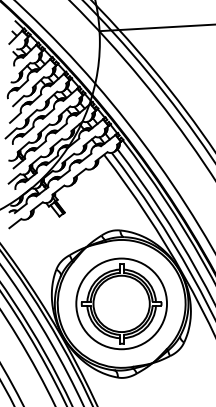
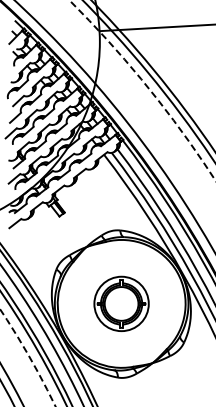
circle at (142, 90): solid -> dashed
part at (121, 303) size: 93x94 px -> 57x57 px
circle at (27, 357): solid -> dashed
